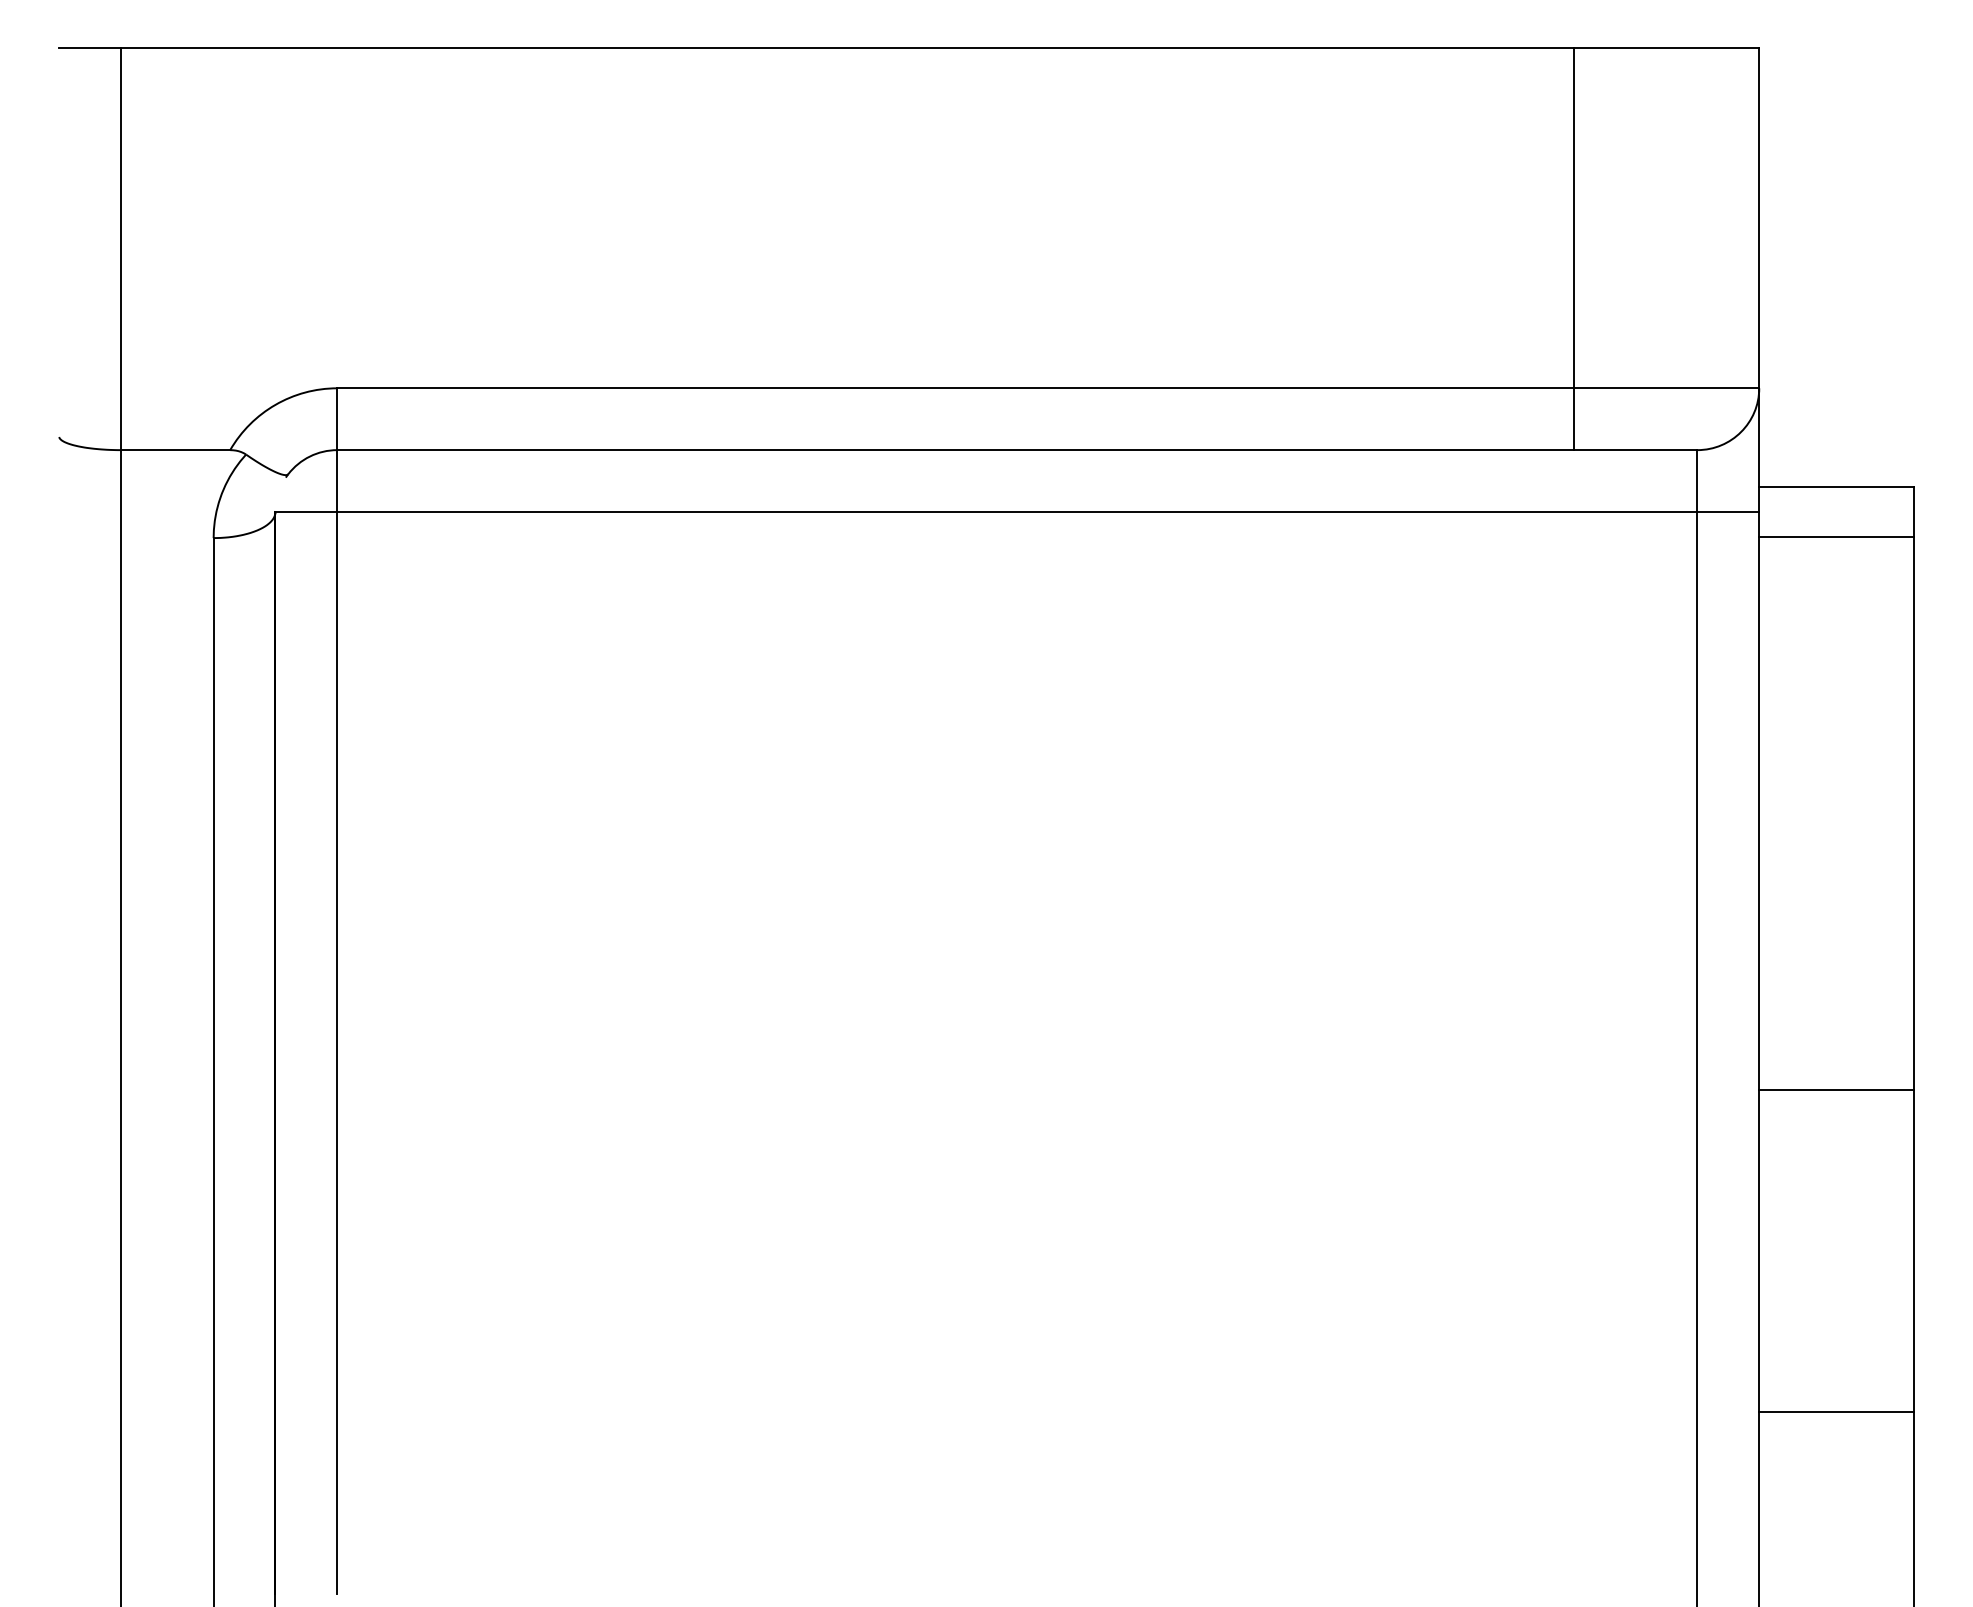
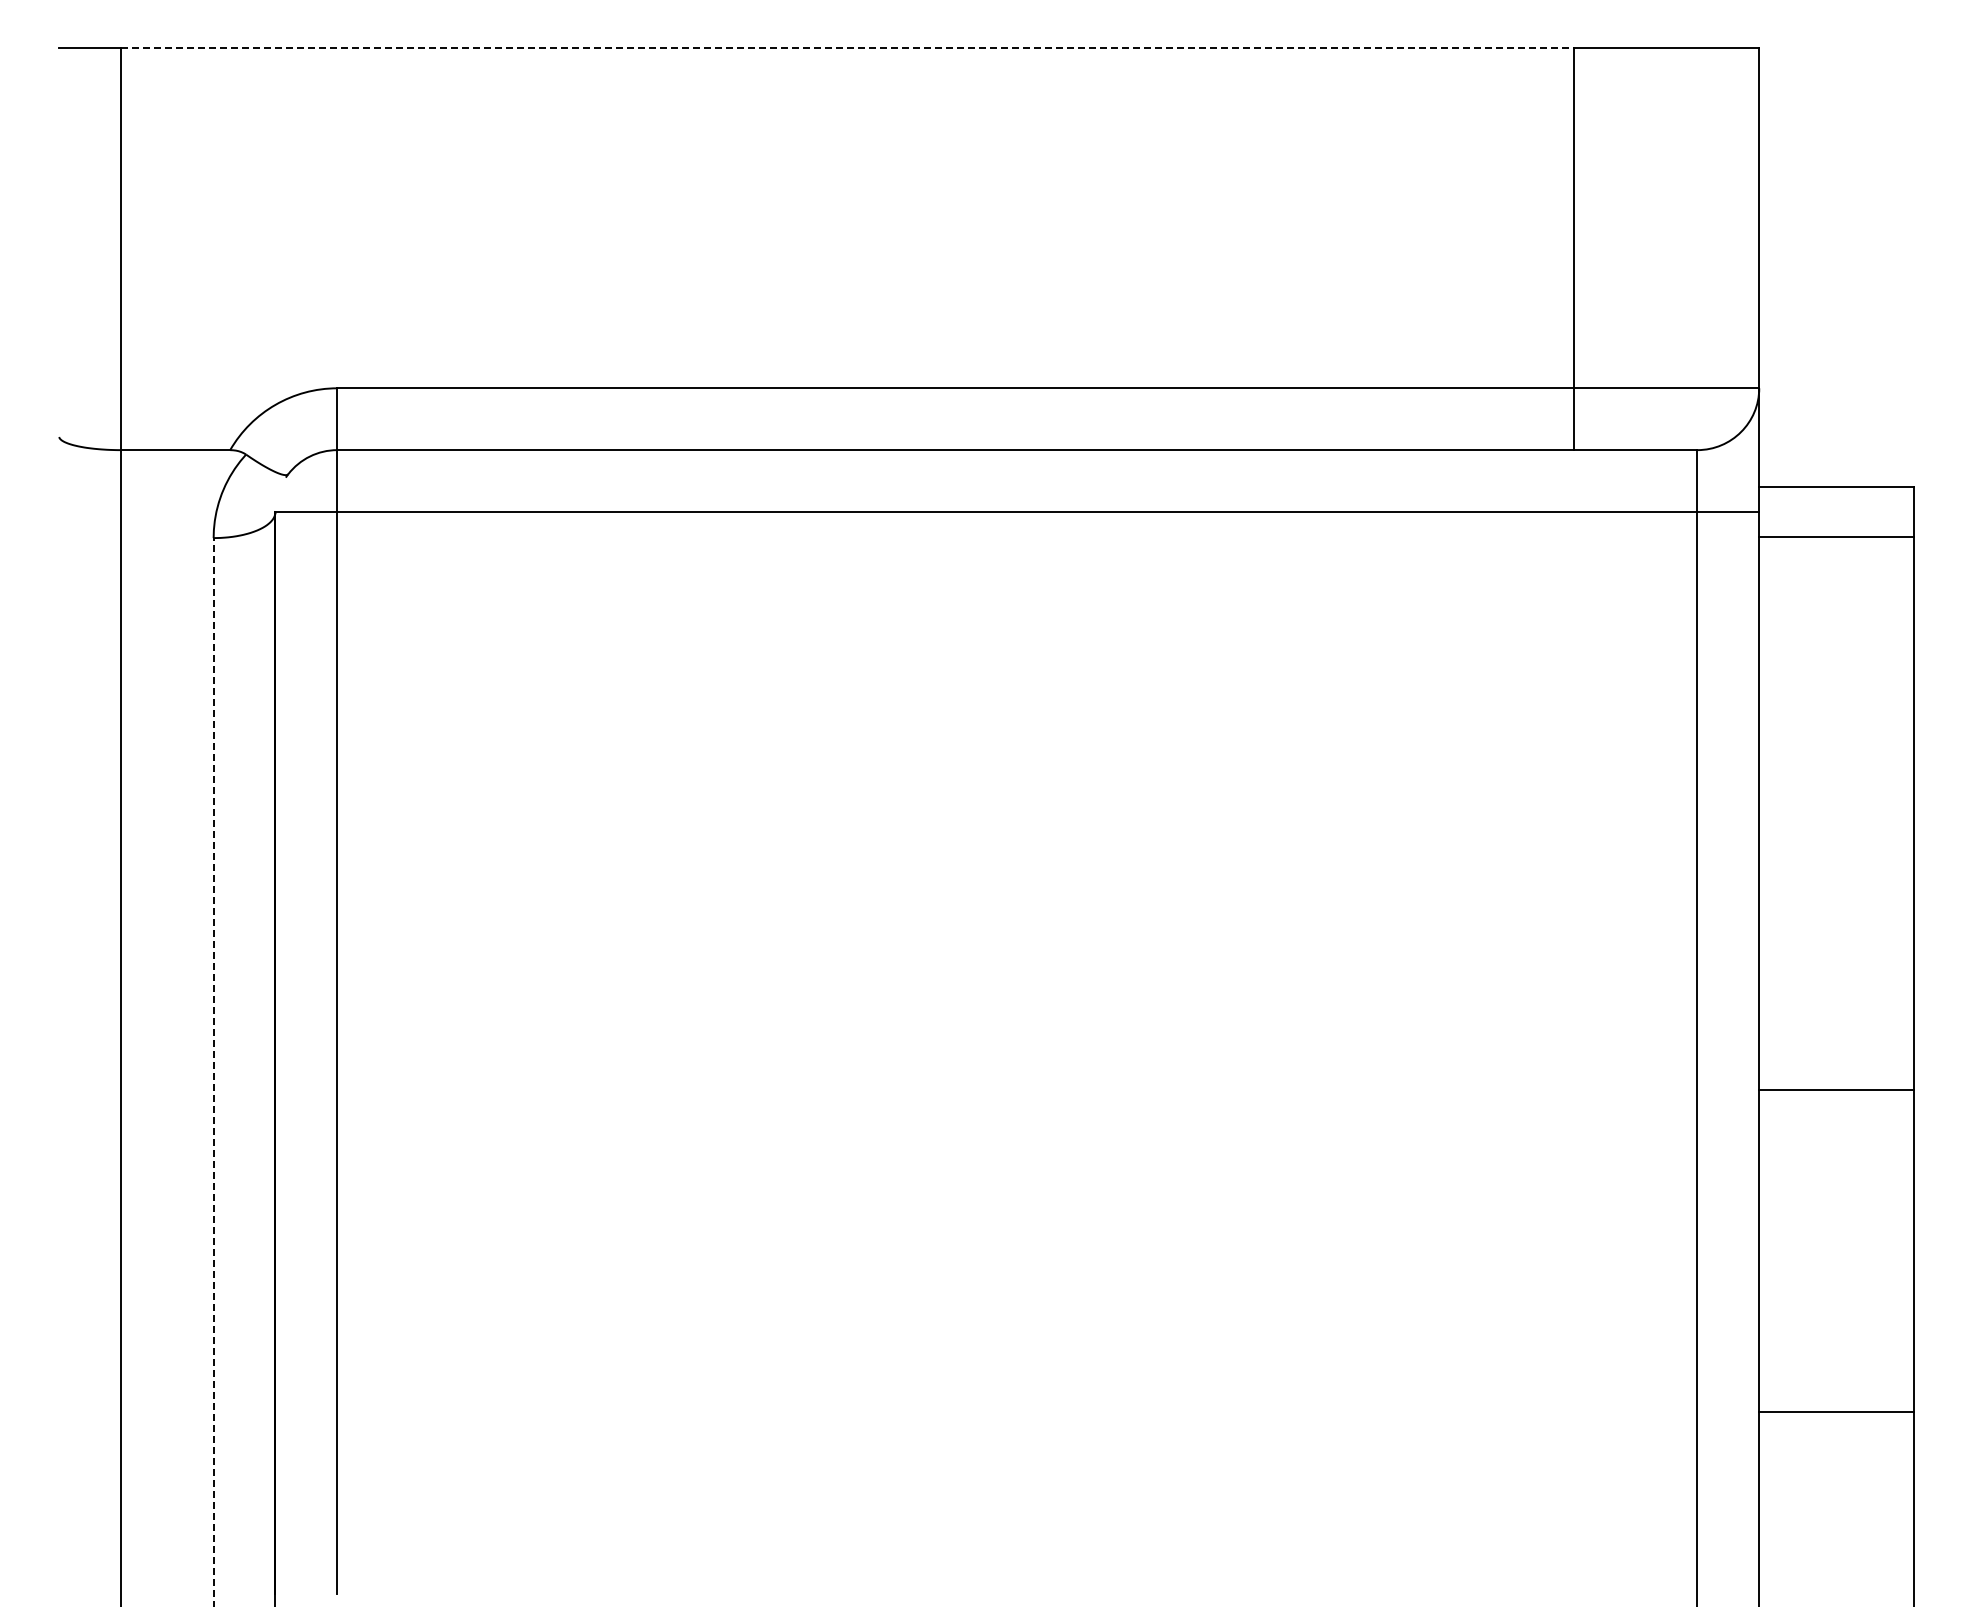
line at (847, 48): solid -> dashed
line at (213, 1071): solid -> dashed
